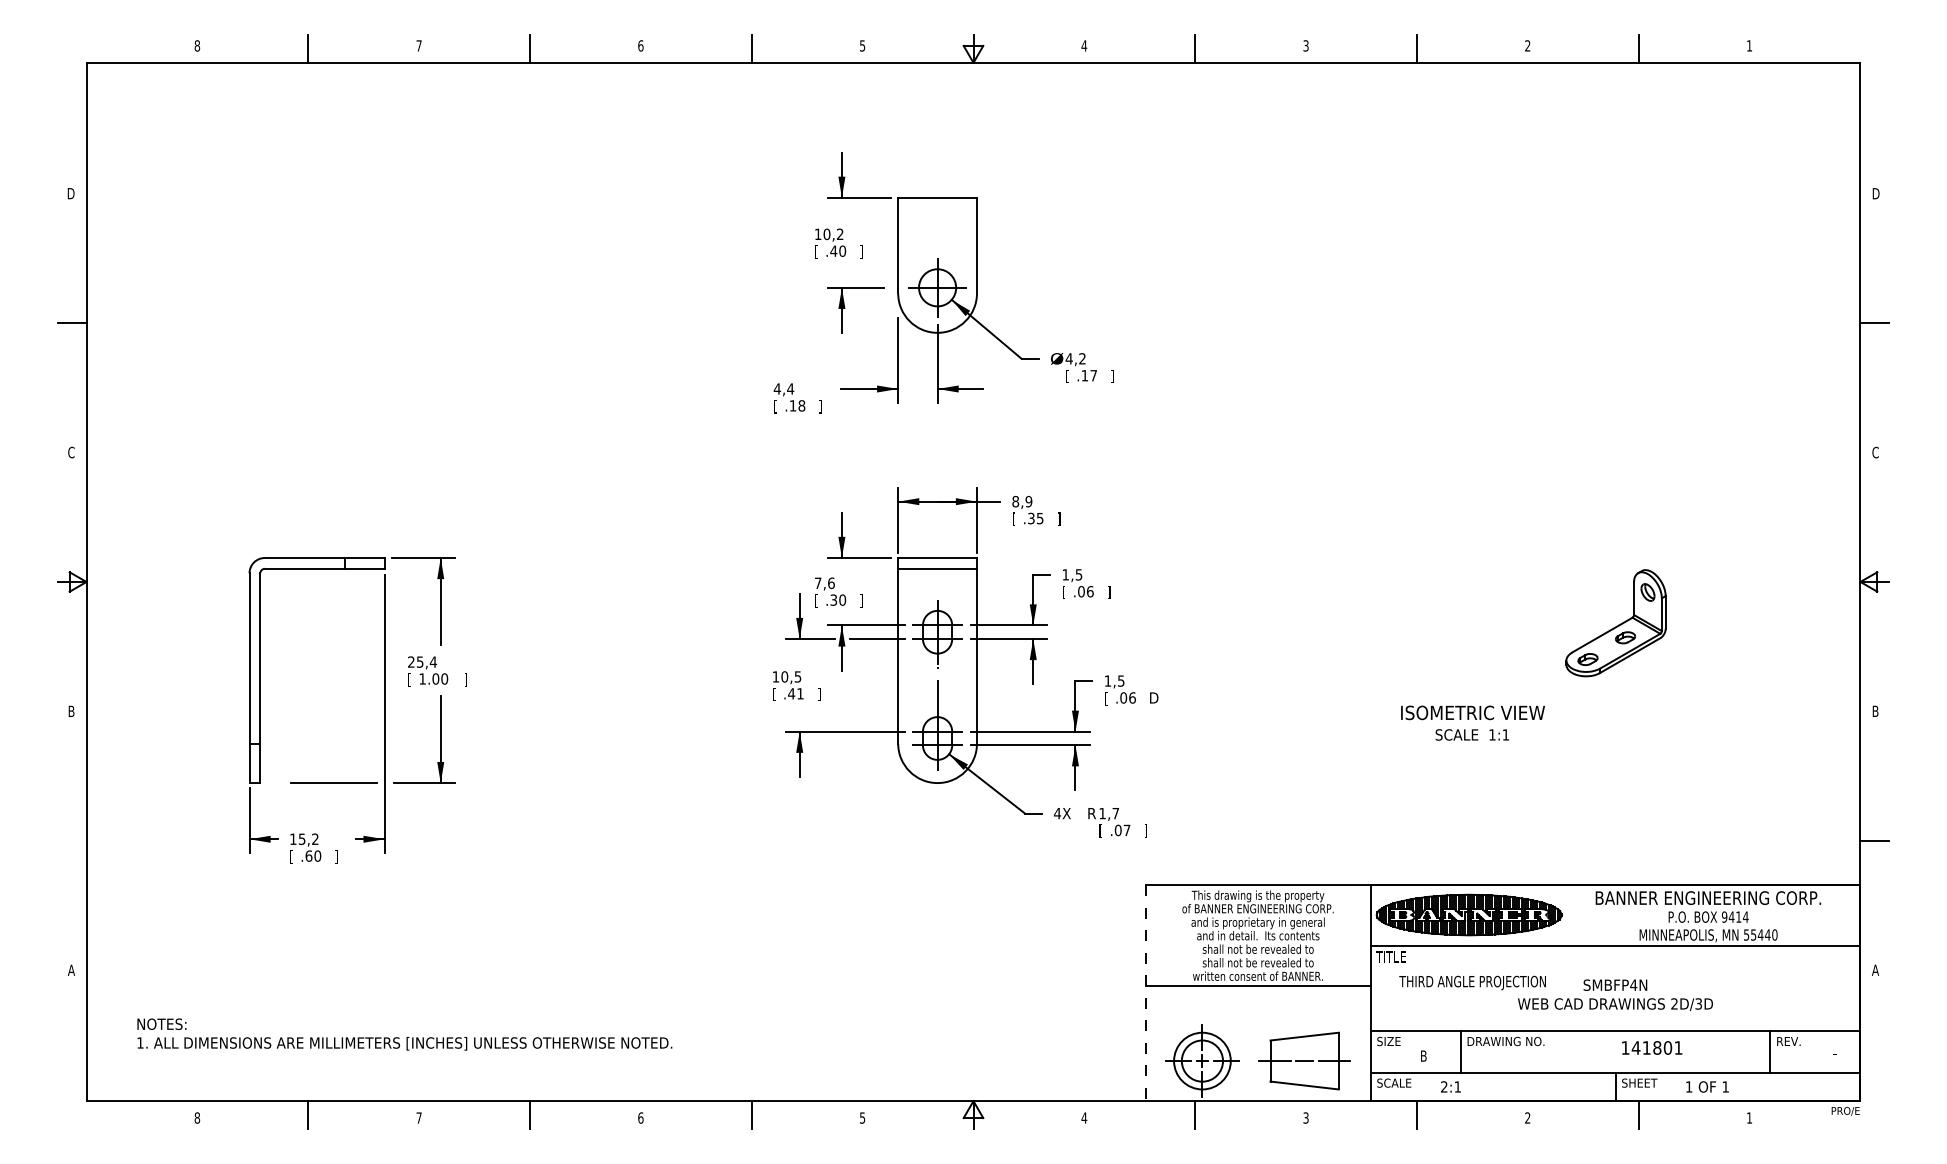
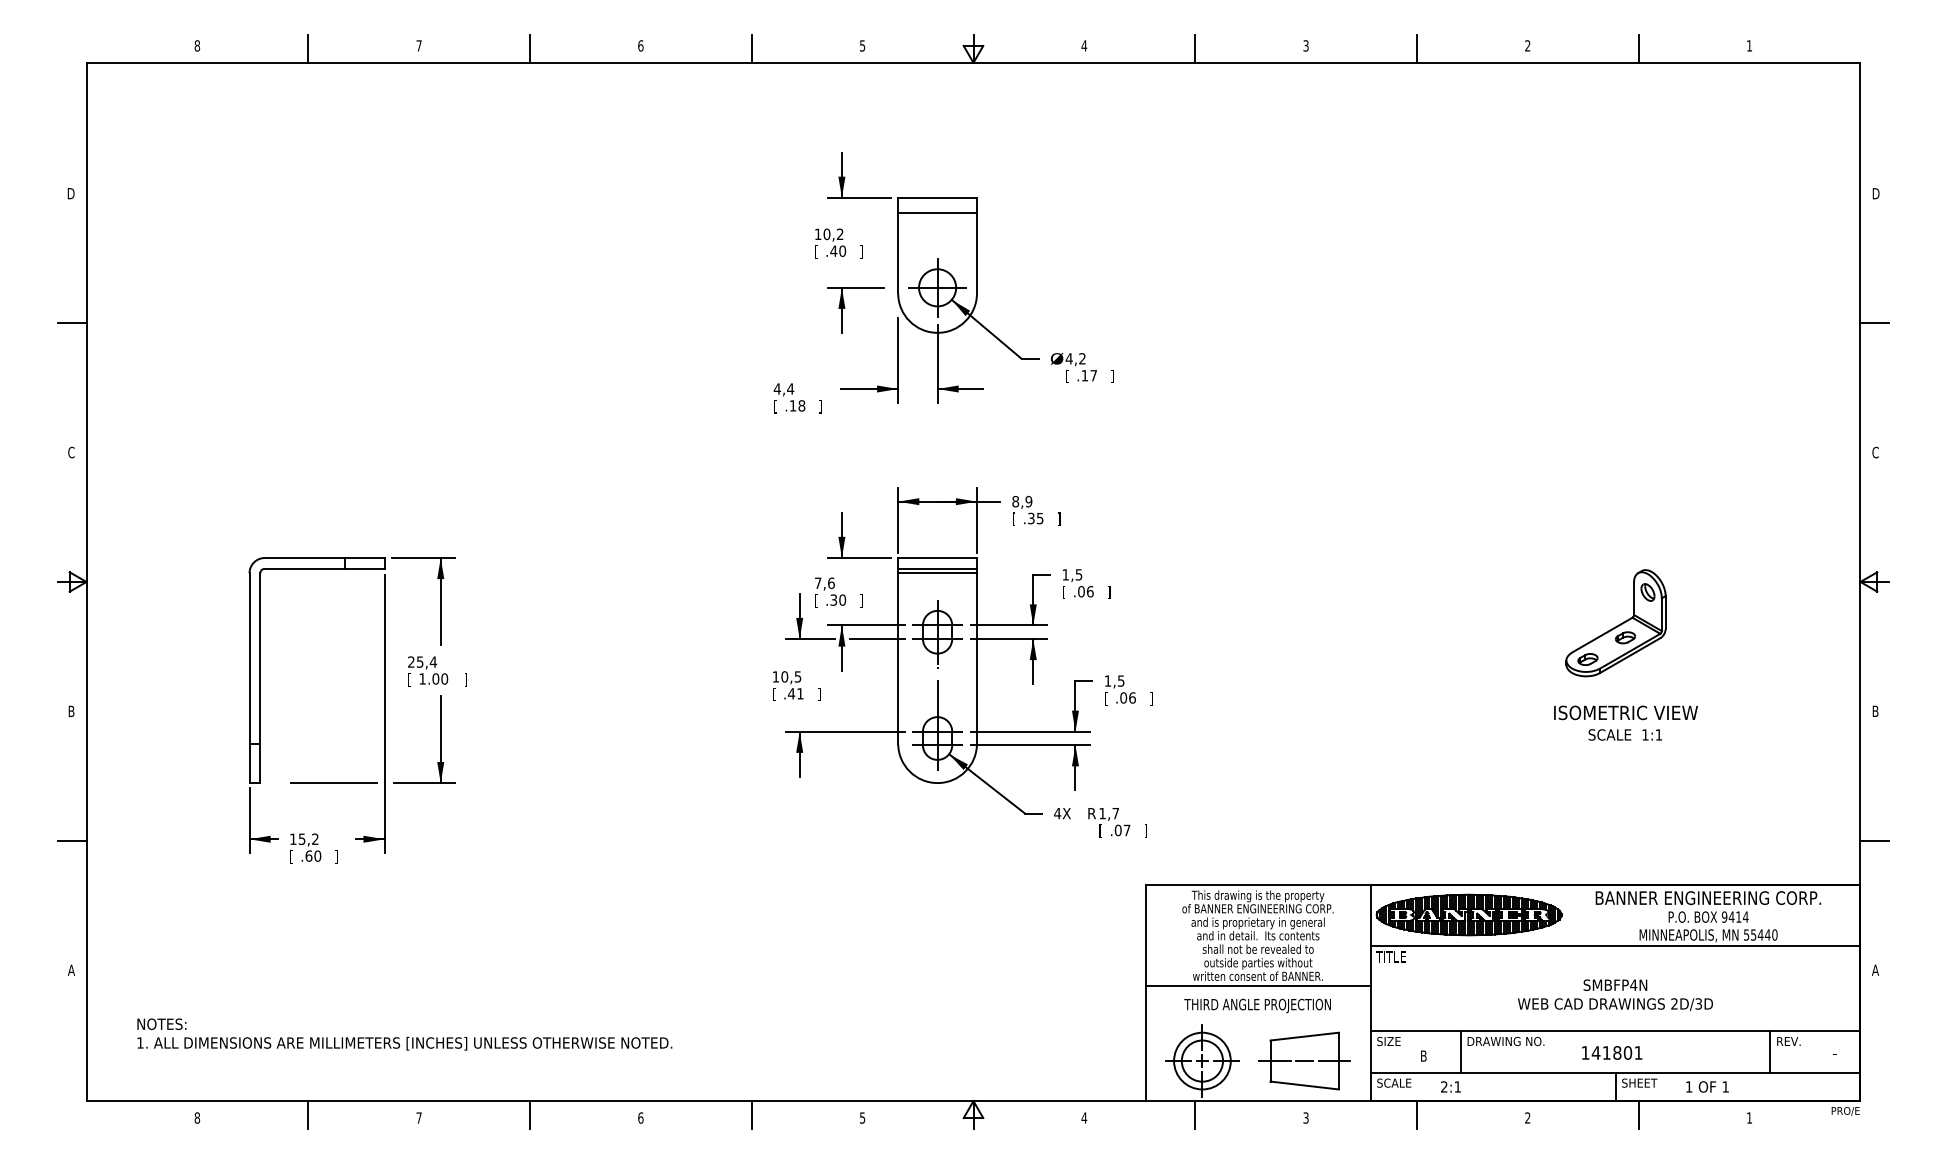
line at (937, 213): none -> present
line at (937, 573): none -> present
text at (1154, 698): D -> ]
text at (1472, 722) position: (1472, 722) -> (1625, 722)
line at (72, 840): none -> present
text at (1257, 963): shall not be revealed to -> outside parties without
text at (1472, 982) position: (1472, 982) -> (1257, 1005)
line at (1145, 993): dashed -> solid
text at (1652, 1047) position: (1652, 1047) -> (1612, 1052)
